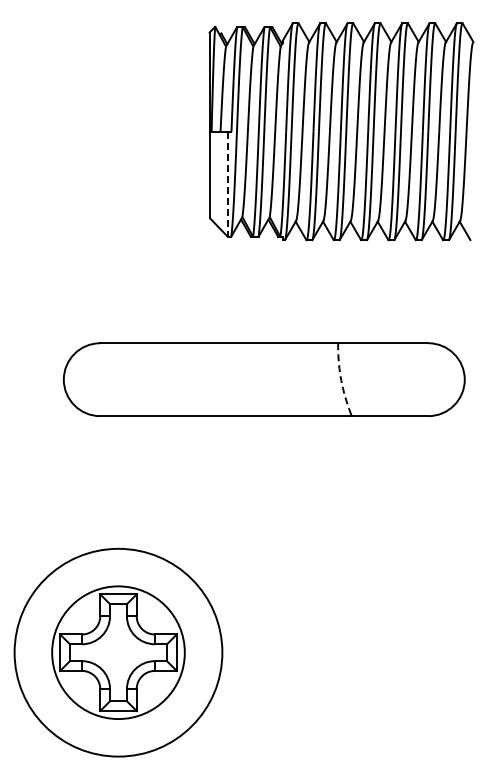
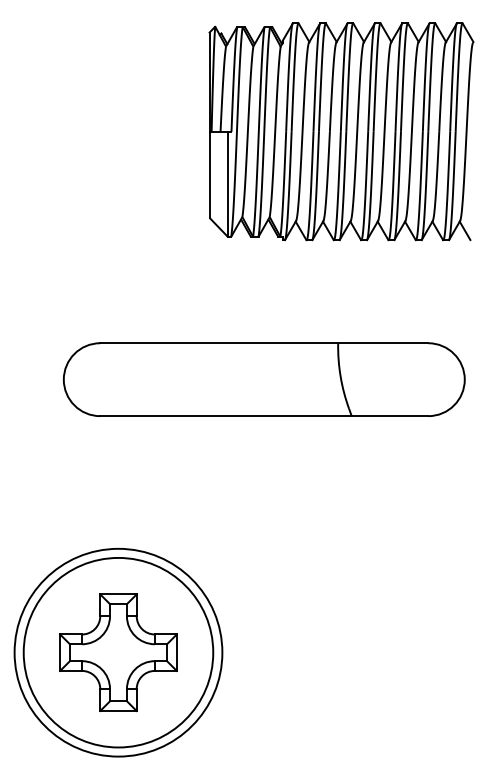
line at (227, 184): dashed -> solid
arc at (340, 376): dashed -> solid
circle at (118, 652) diameter: 133 px -> 190 px
